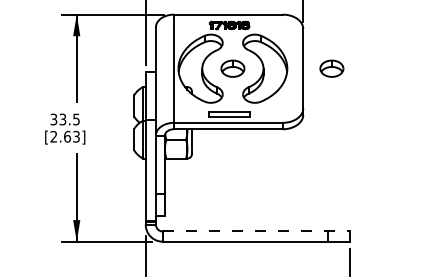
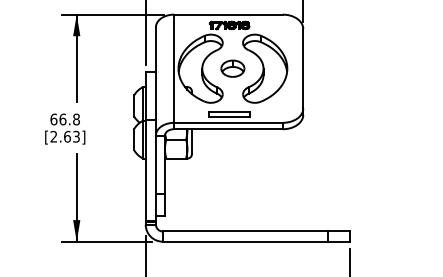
part at (331, 68): present -> none
text at (64, 119): 33.5 -> 66.8
line at (256, 231): dashed -> solid
